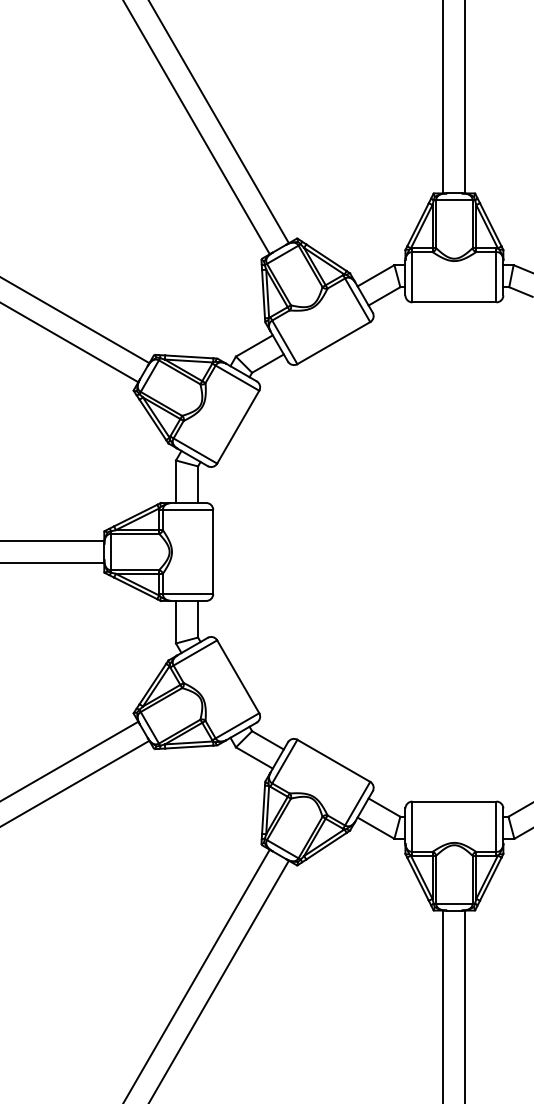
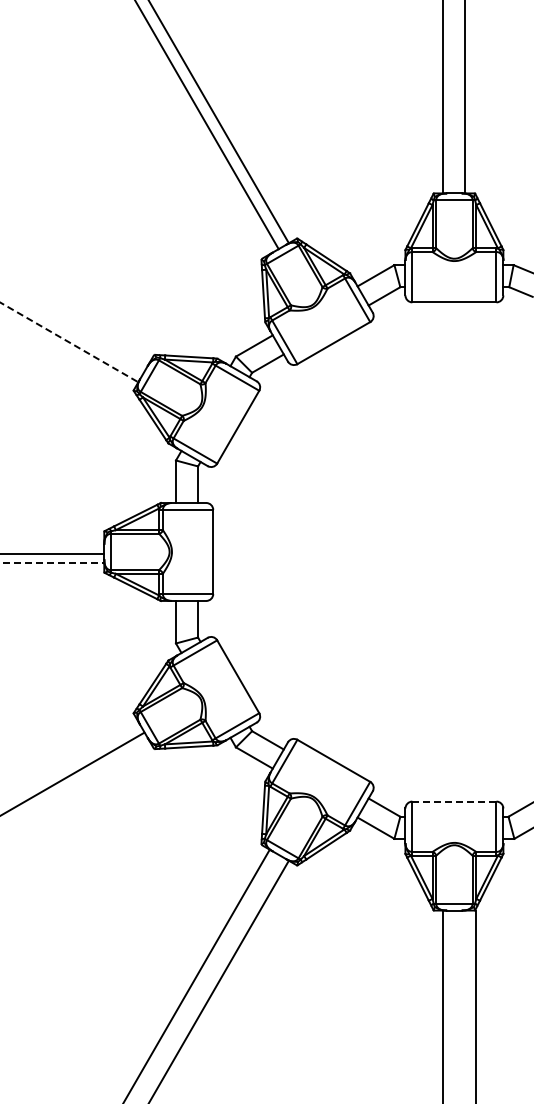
line at (196, 128) position: (196, 128) -> (207, 125)
line at (75, 320): present -> none
line at (69, 342): solid -> dashed
line at (53, 540) position: (53, 540) -> (53, 553)
line at (52, 563): solid -> dashed
line at (70, 760) position: (70, 760) -> (73, 773)
line at (75, 782): present -> none
line at (453, 801): solid -> dashed
line at (465, 1005) position: (465, 1005) -> (476, 1005)
